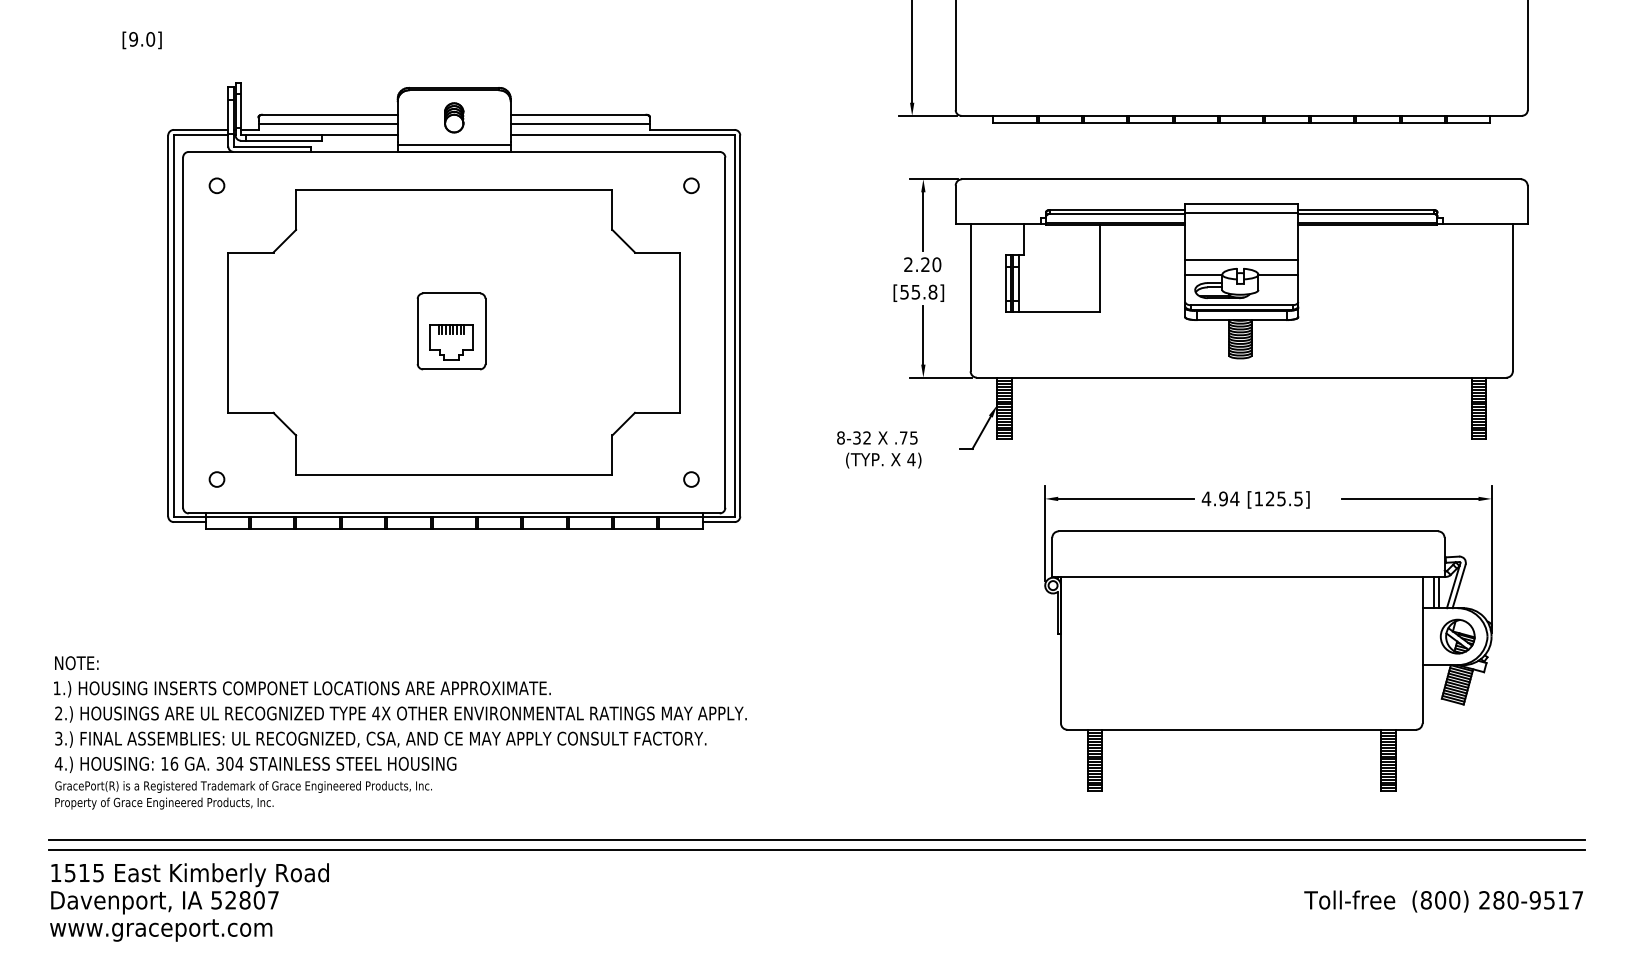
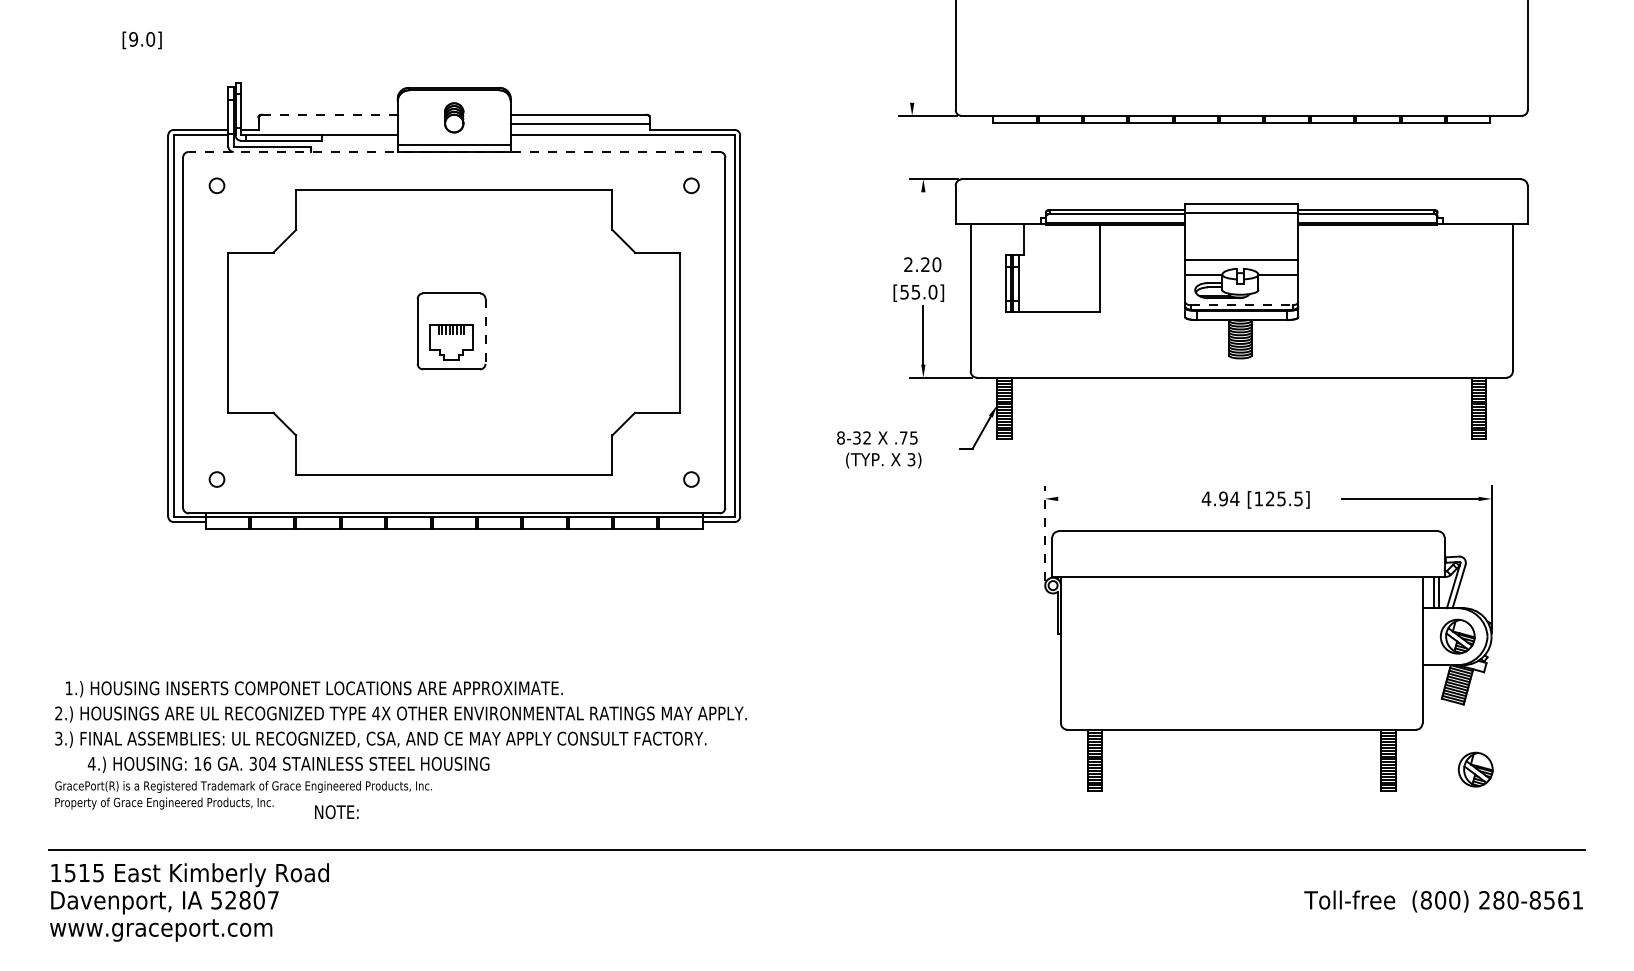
line at (912, 52): present -> none
line at (329, 114): solid -> dashed
line at (327, 123): present -> none
line at (453, 151): solid -> dashed
line at (923, 221): present -> none
text at (932, 292): [55.8] -> [55.0]
line at (1242, 305): solid -> dashed
line at (485, 331): solid -> dashed
text at (911, 459): 4) -> 3)
line at (1126, 498): present -> none
line at (1045, 533): solid -> dashed
text at (76, 663) position: (76, 663) -> (336, 812)
text at (302, 689) position: (302, 689) -> (314, 689)
text at (255, 764) position: (255, 764) -> (288, 764)
part at (1475, 769): none -> present
line at (816, 839): present -> none
text at (1555, 900): 280-9517 -> 280-8561
